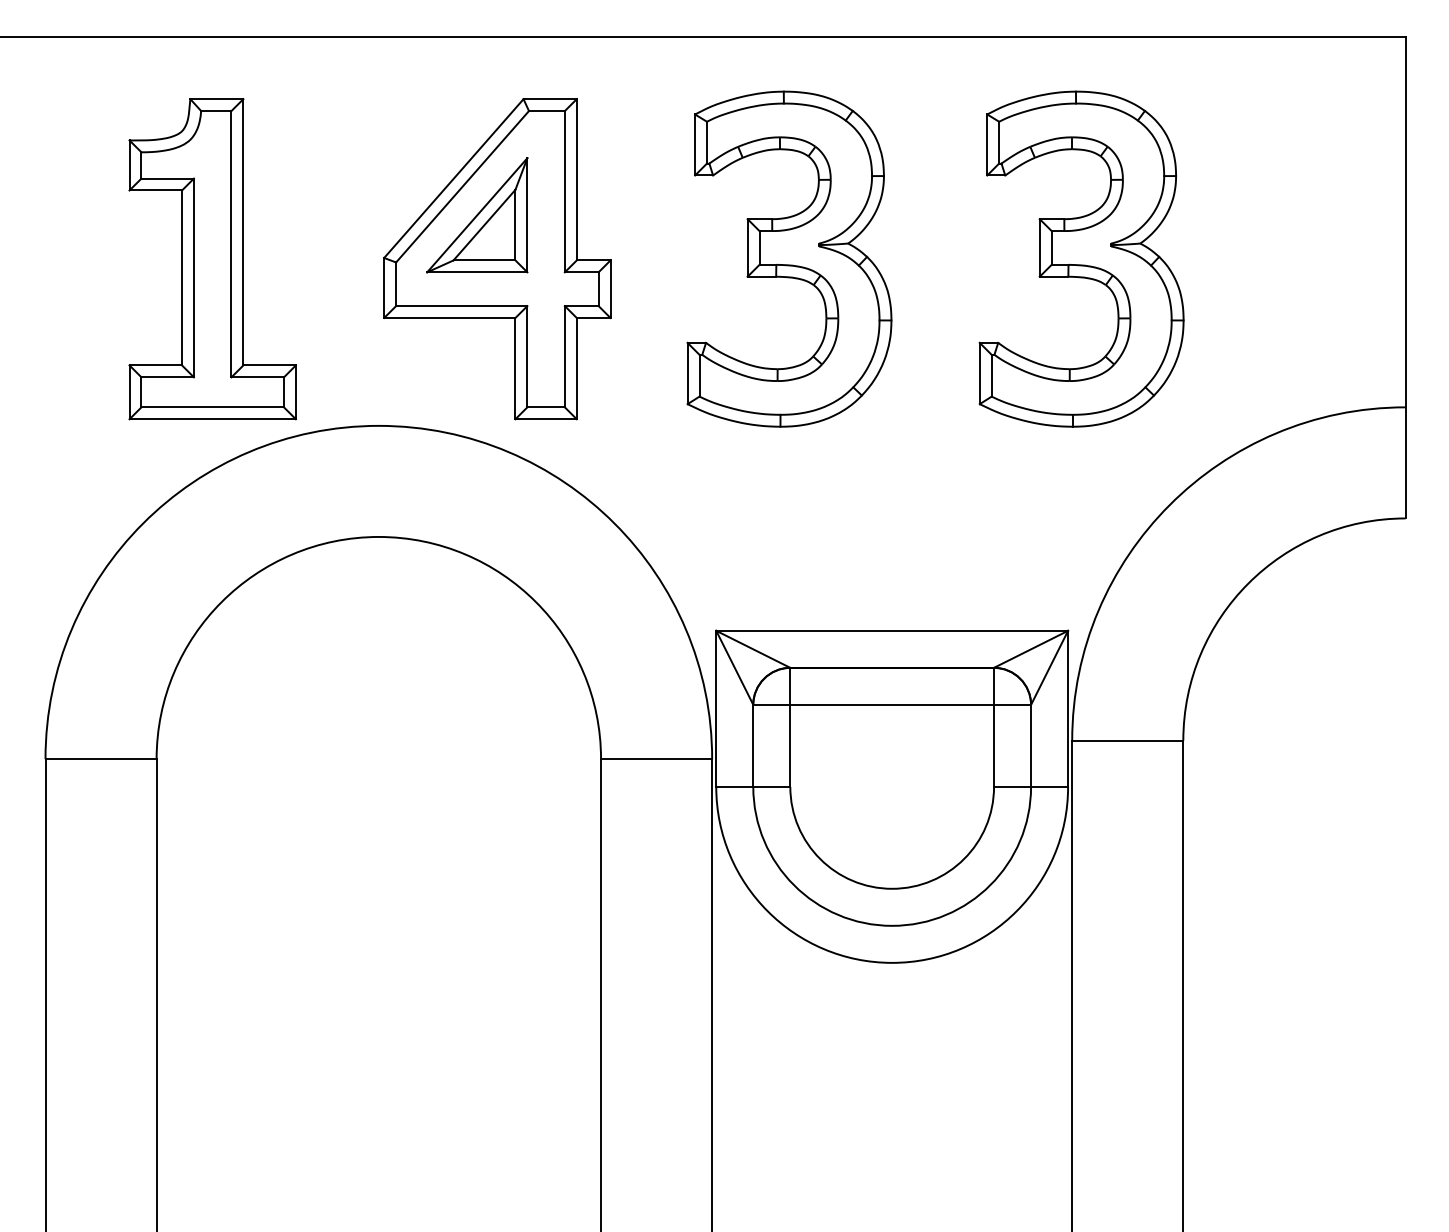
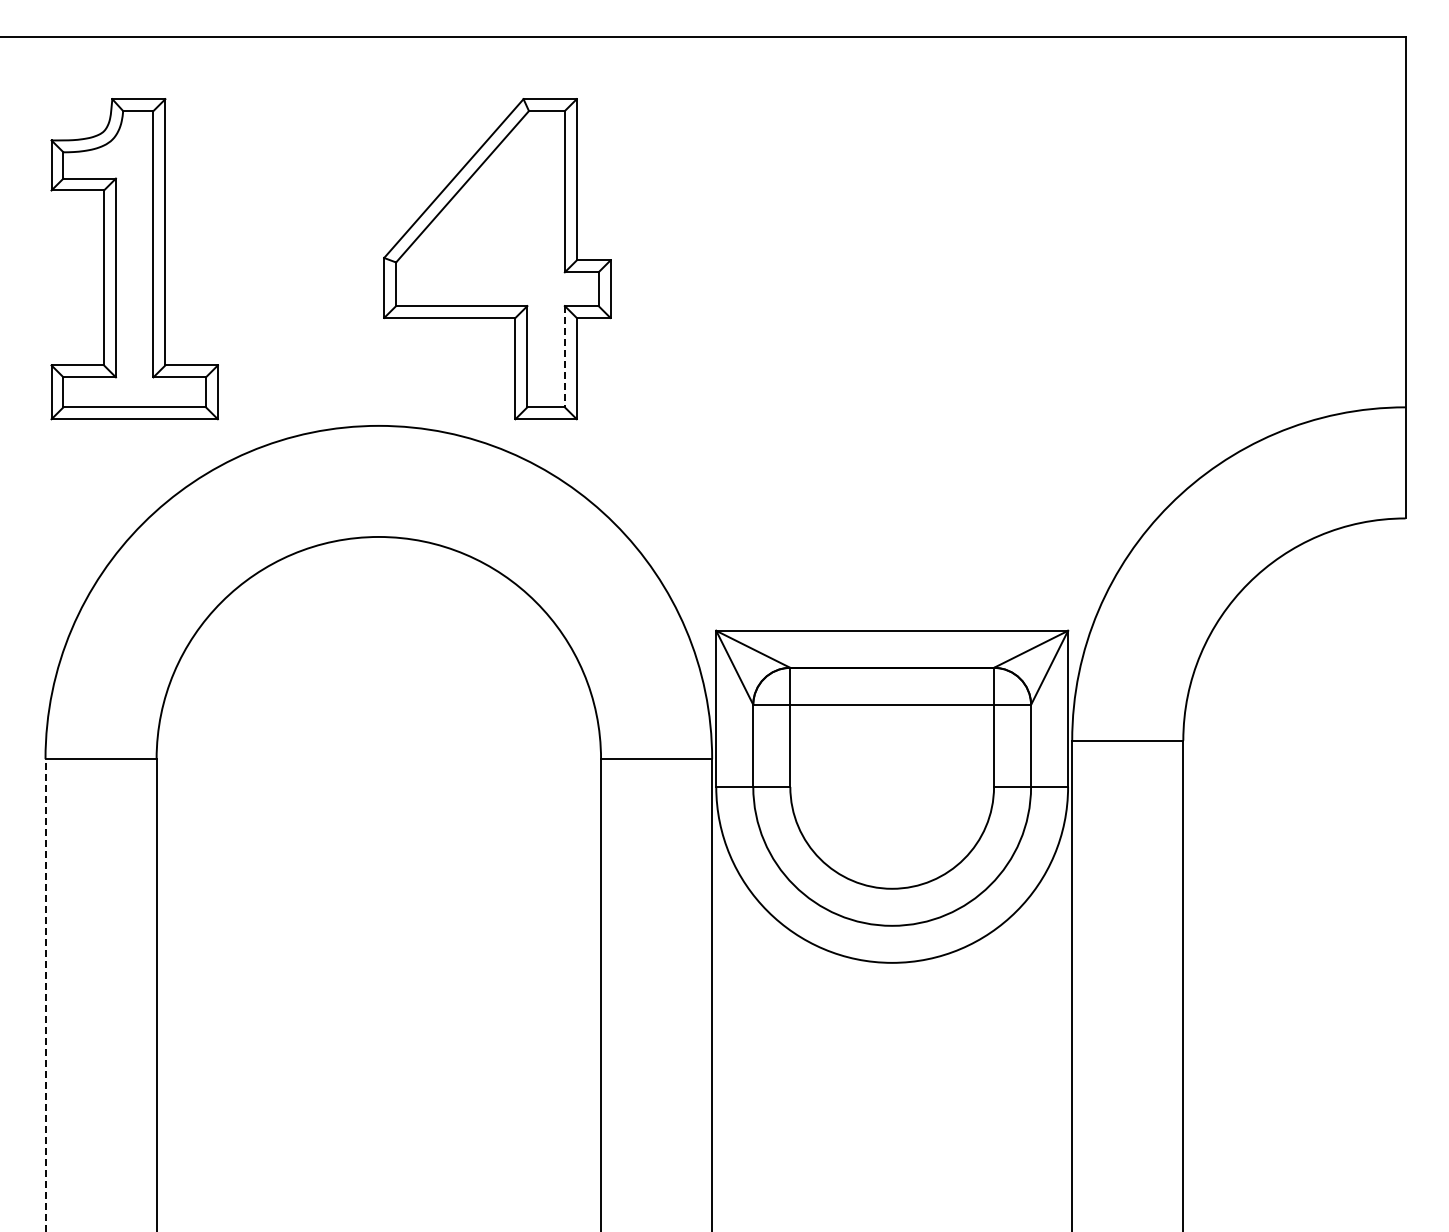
part at (477, 215): present -> none
part at (789, 258): present -> none
part at (1081, 258): present -> none
part at (212, 259) position: (212, 259) -> (134, 259)
line at (564, 356): solid -> dashed
line at (45, 995): solid -> dashed
